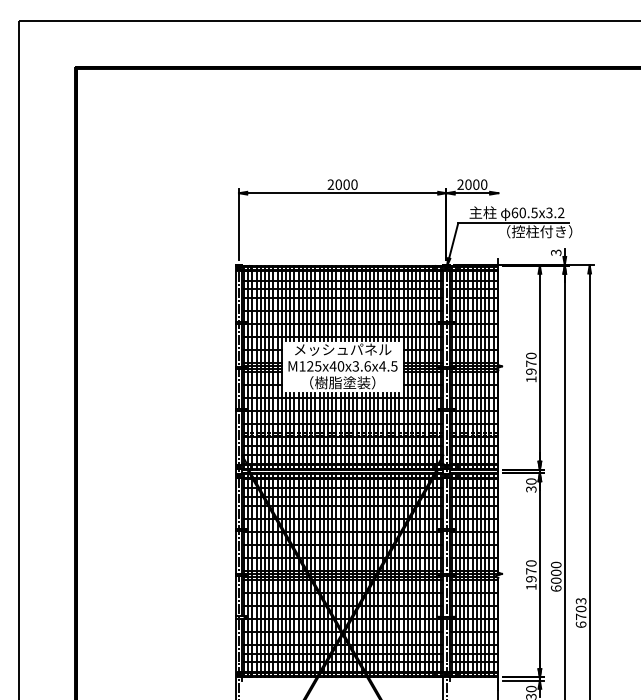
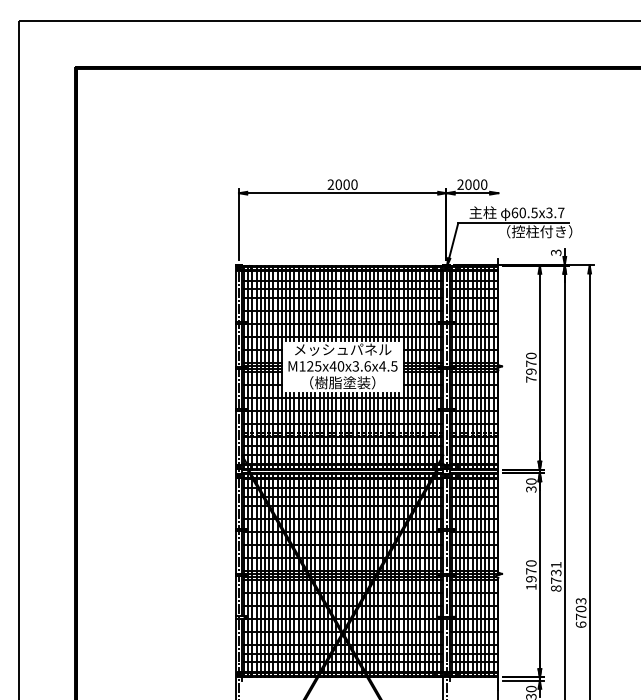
text at (561, 212): 60.5x3.2 -> 60.5x3.7
text at (531, 379): 1970 -> 7970
text at (556, 576): 6000 -> 8731
